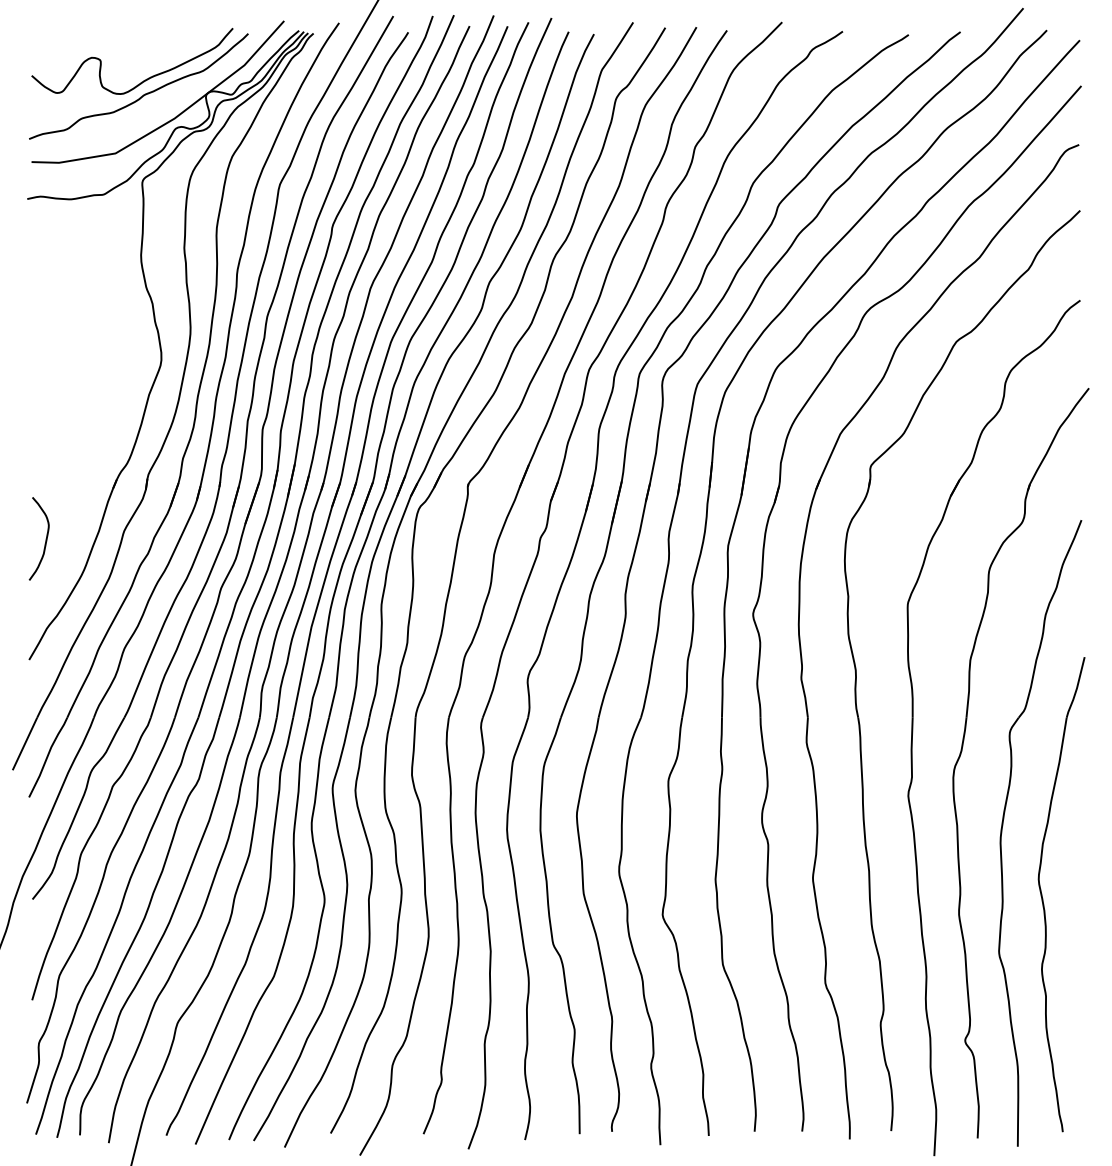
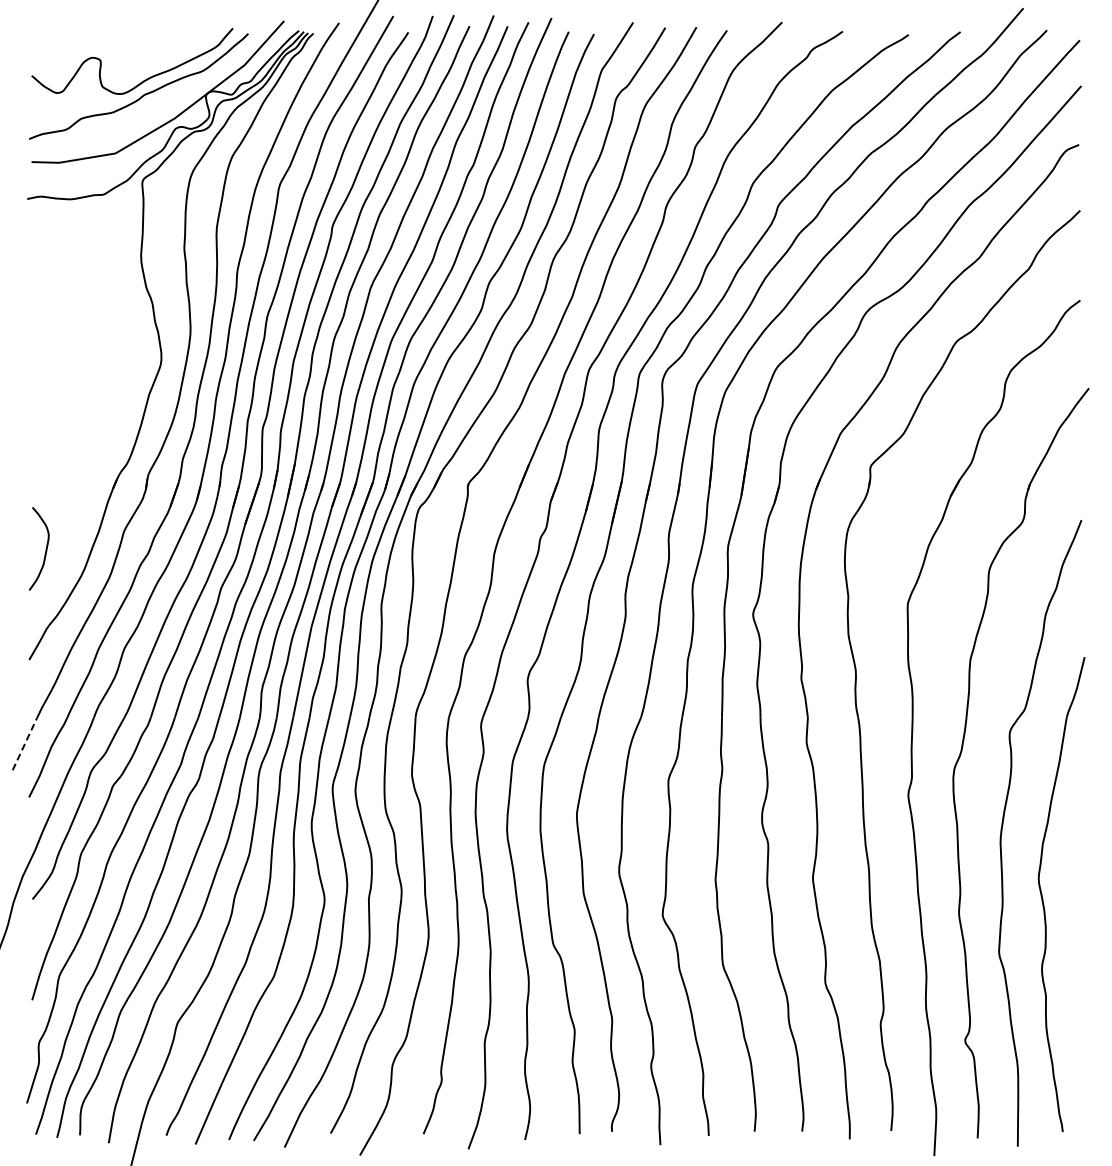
curve at (45, 538) position: (45, 538) -> (45, 548)
line at (24, 744): solid -> dashed
